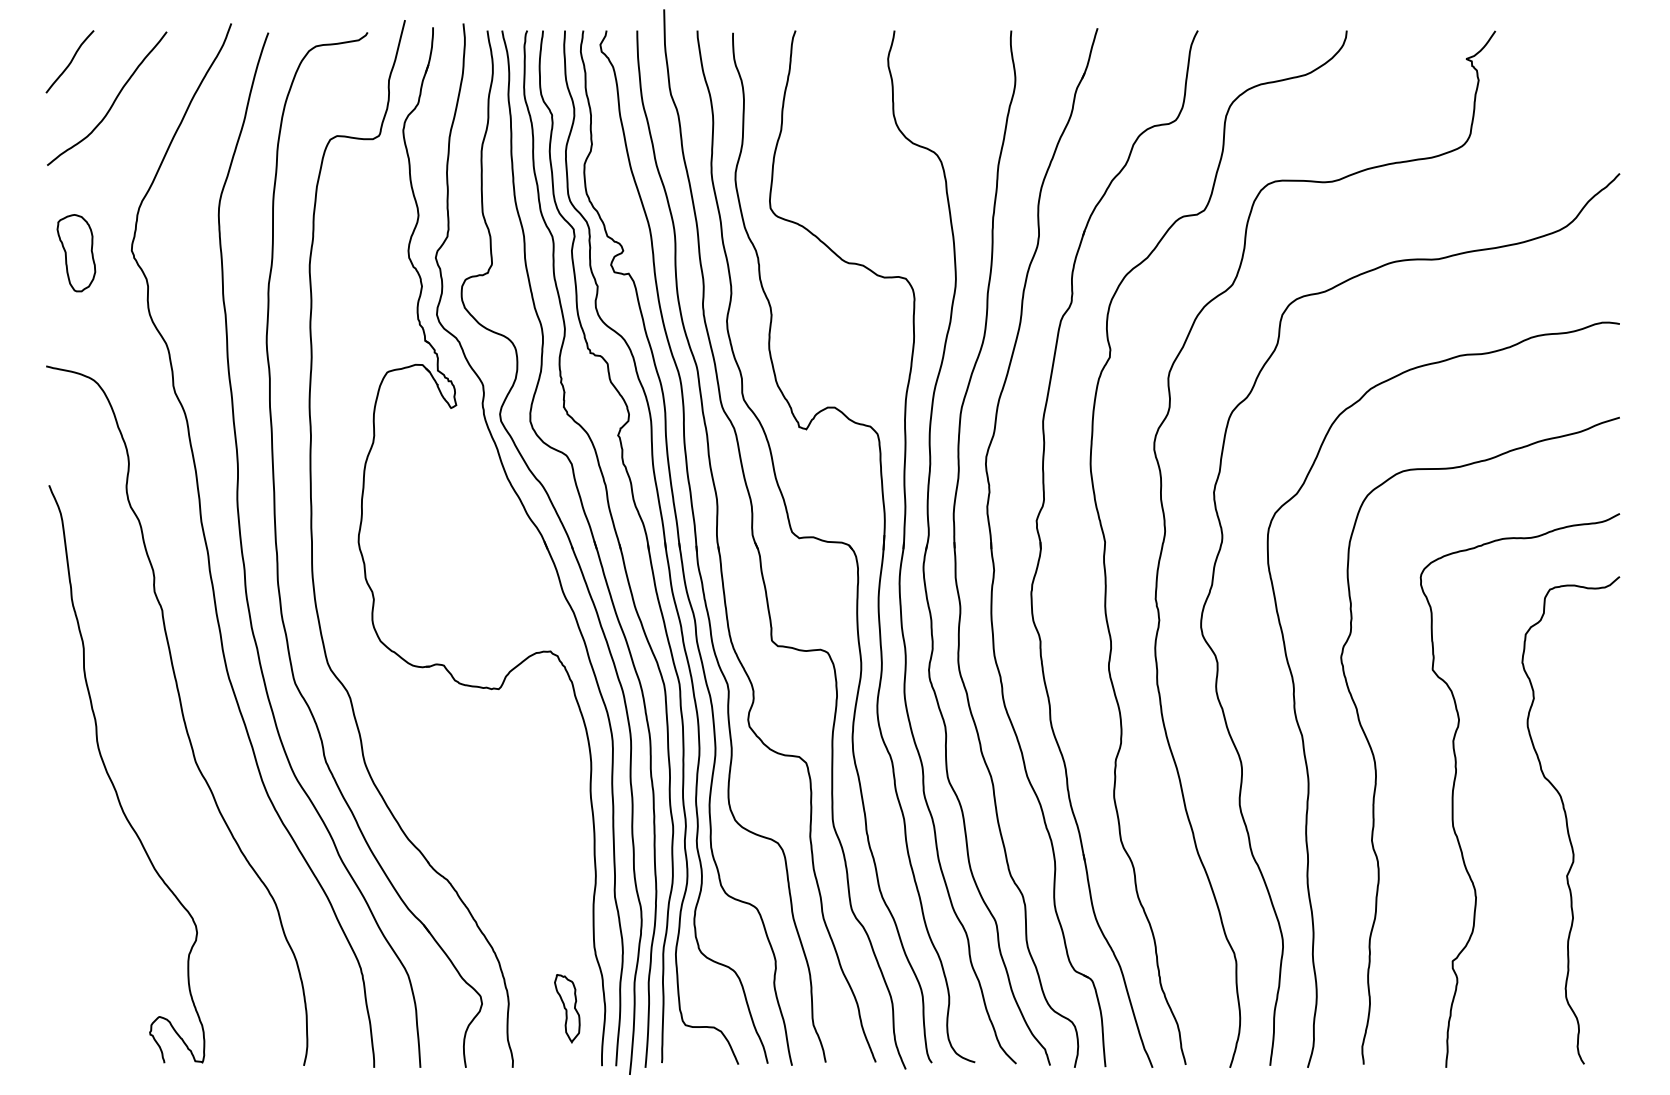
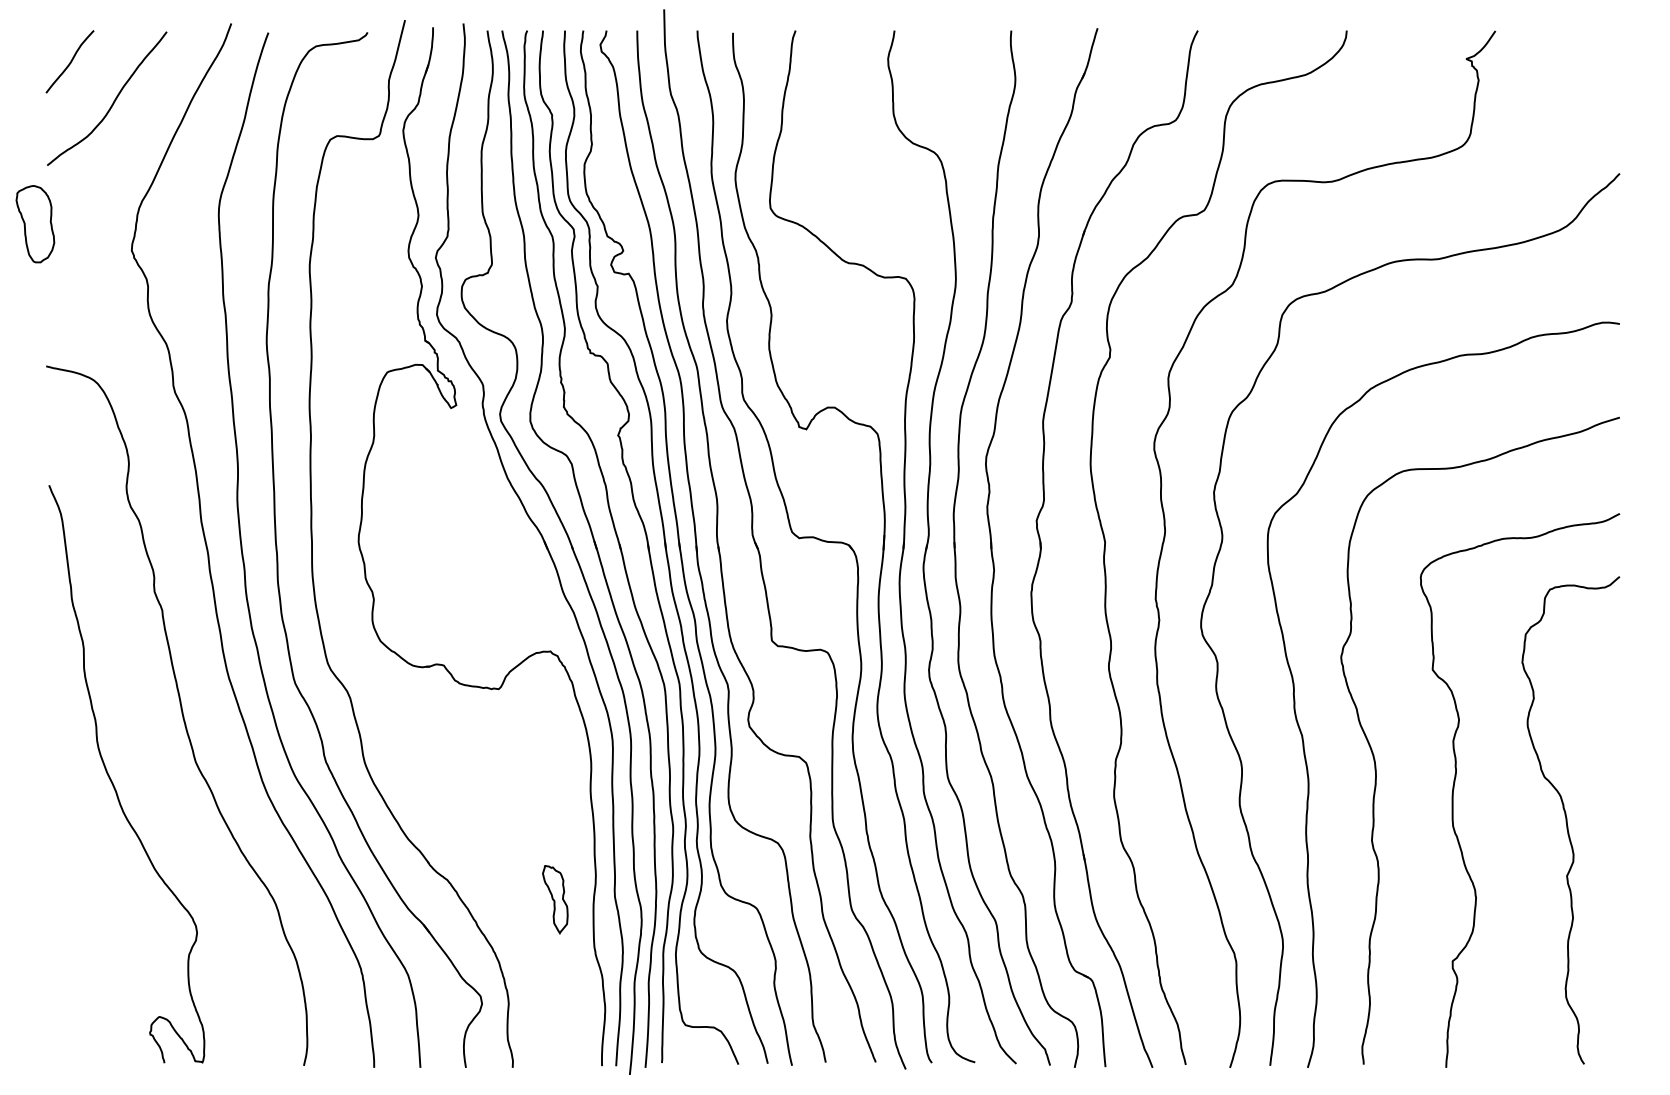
part at (76, 253) position: (76, 253) -> (35, 224)
part at (567, 1008) position: (567, 1008) -> (555, 899)
